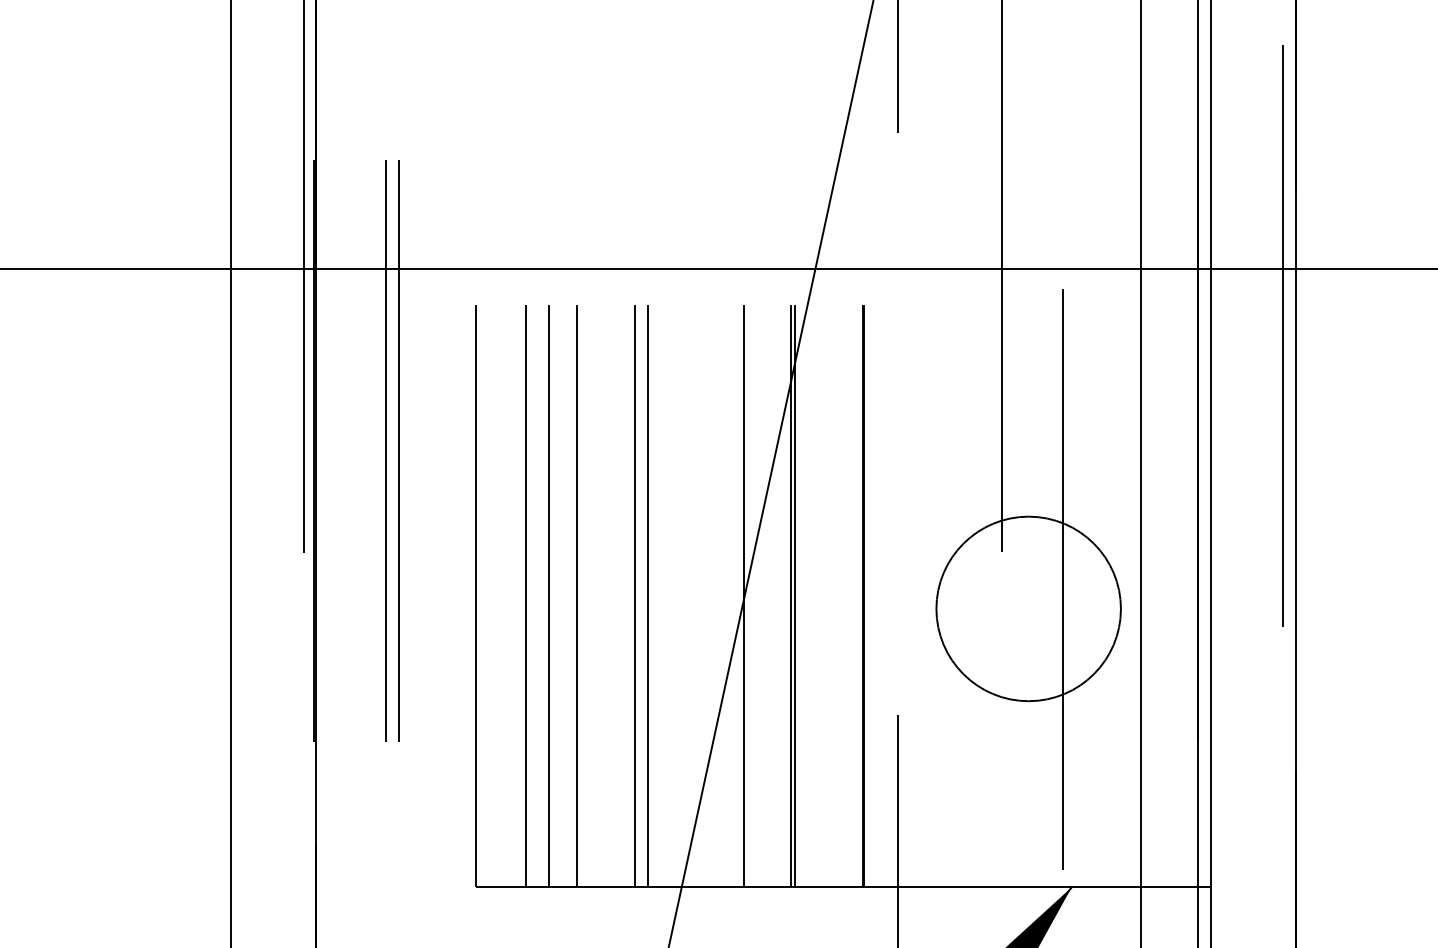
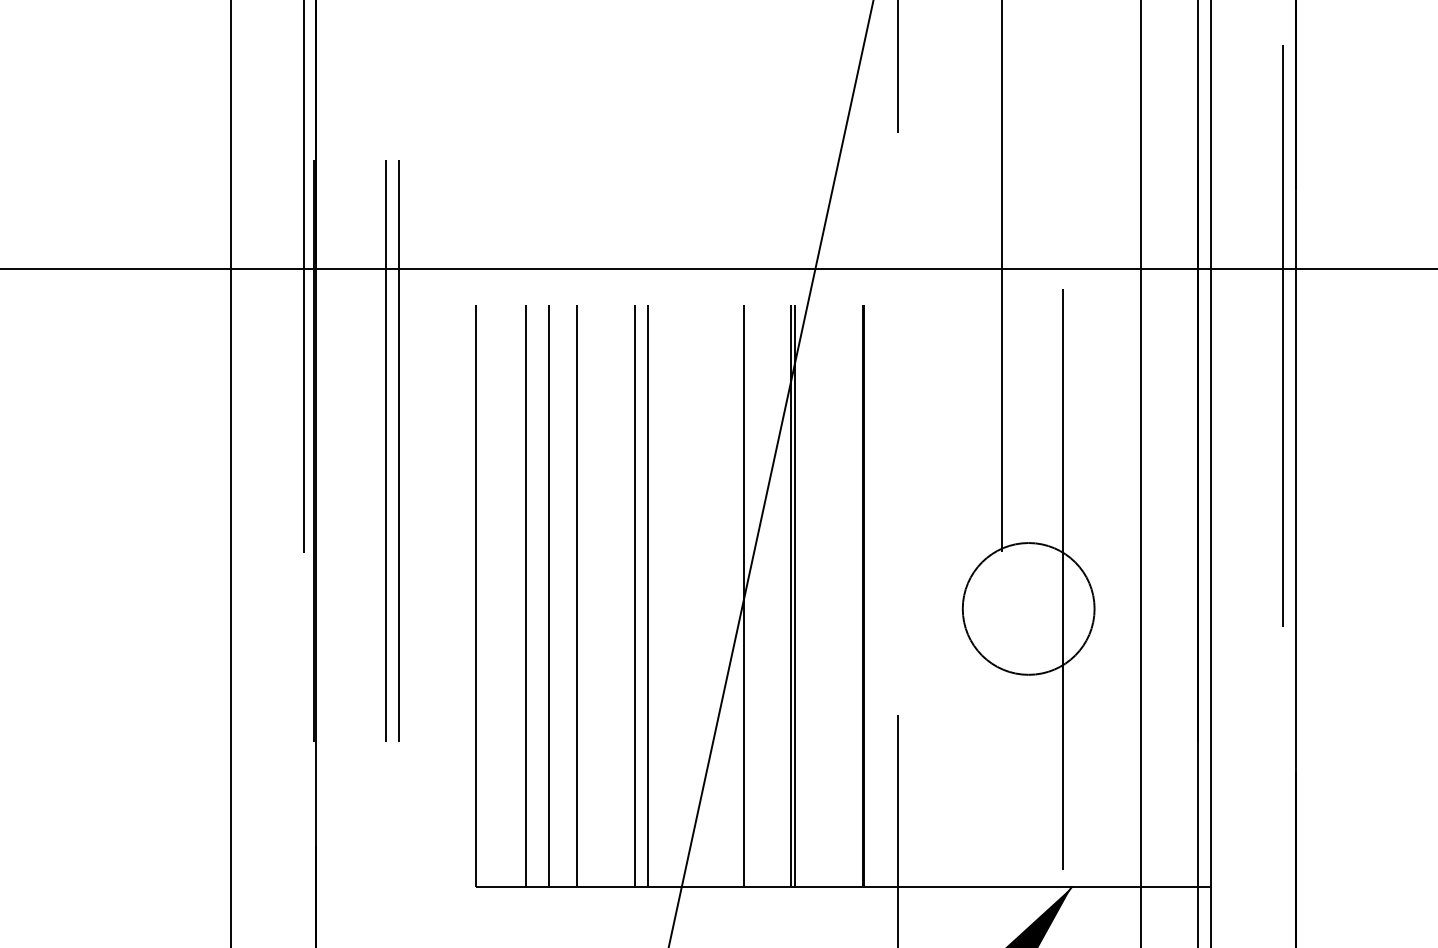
circle at (1028, 608) diameter: 185 px -> 132 px
